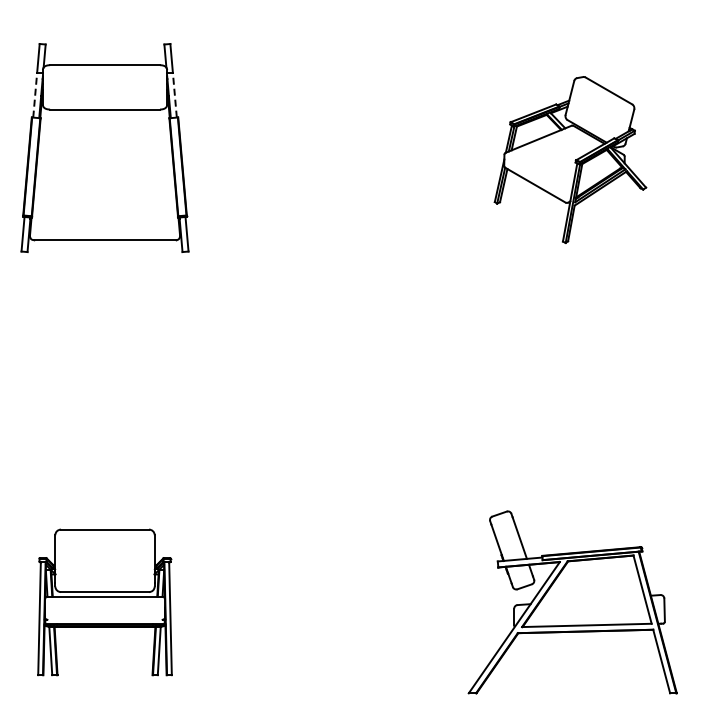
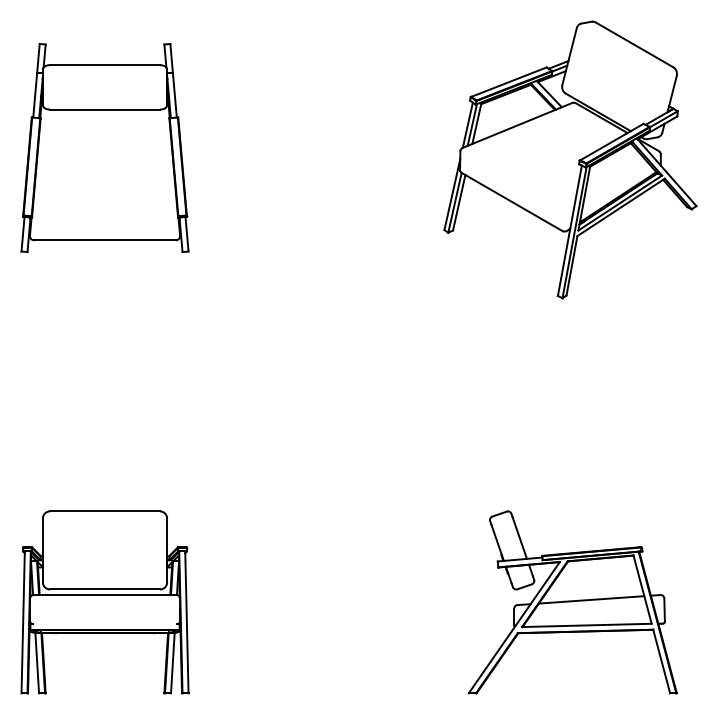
line at (35, 94): dashed -> solid
line at (174, 94): dashed -> solid
part at (570, 159) size: 155x168 px -> 255x280 px
line at (591, 599): none -> present
part at (104, 602) size: 136x149 px -> 170x185 px
